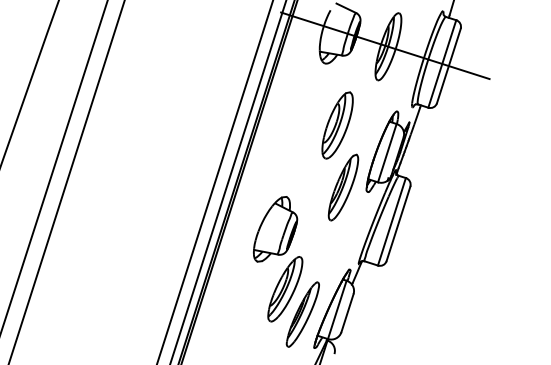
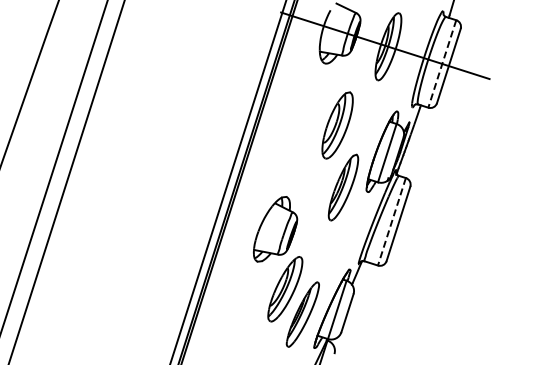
line at (442, 63): solid -> dashed
line at (214, 181): present -> none
line at (391, 221): solid -> dashed
